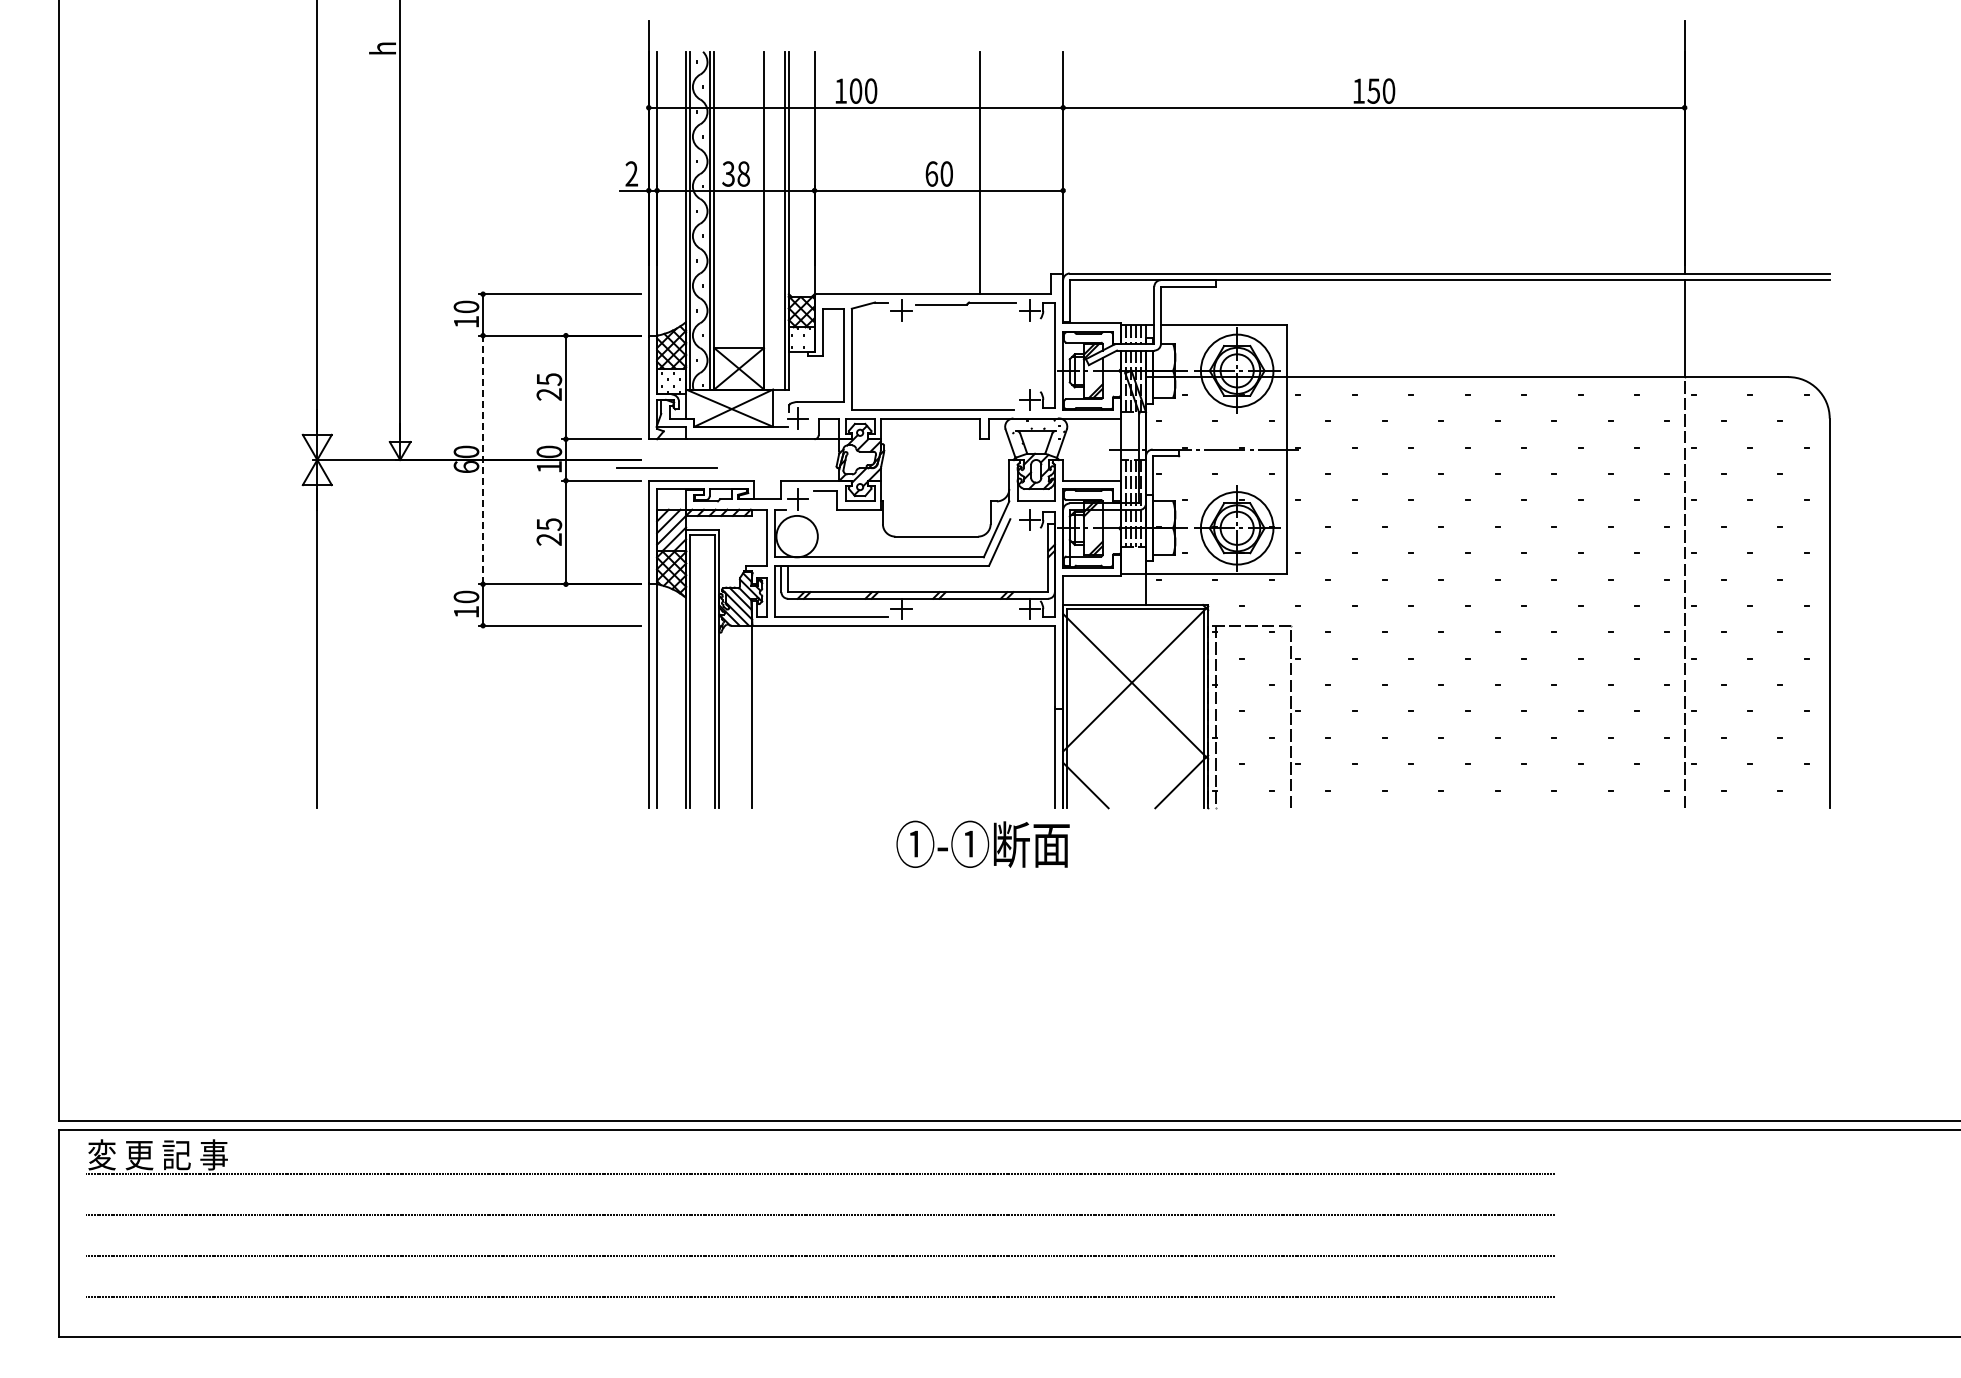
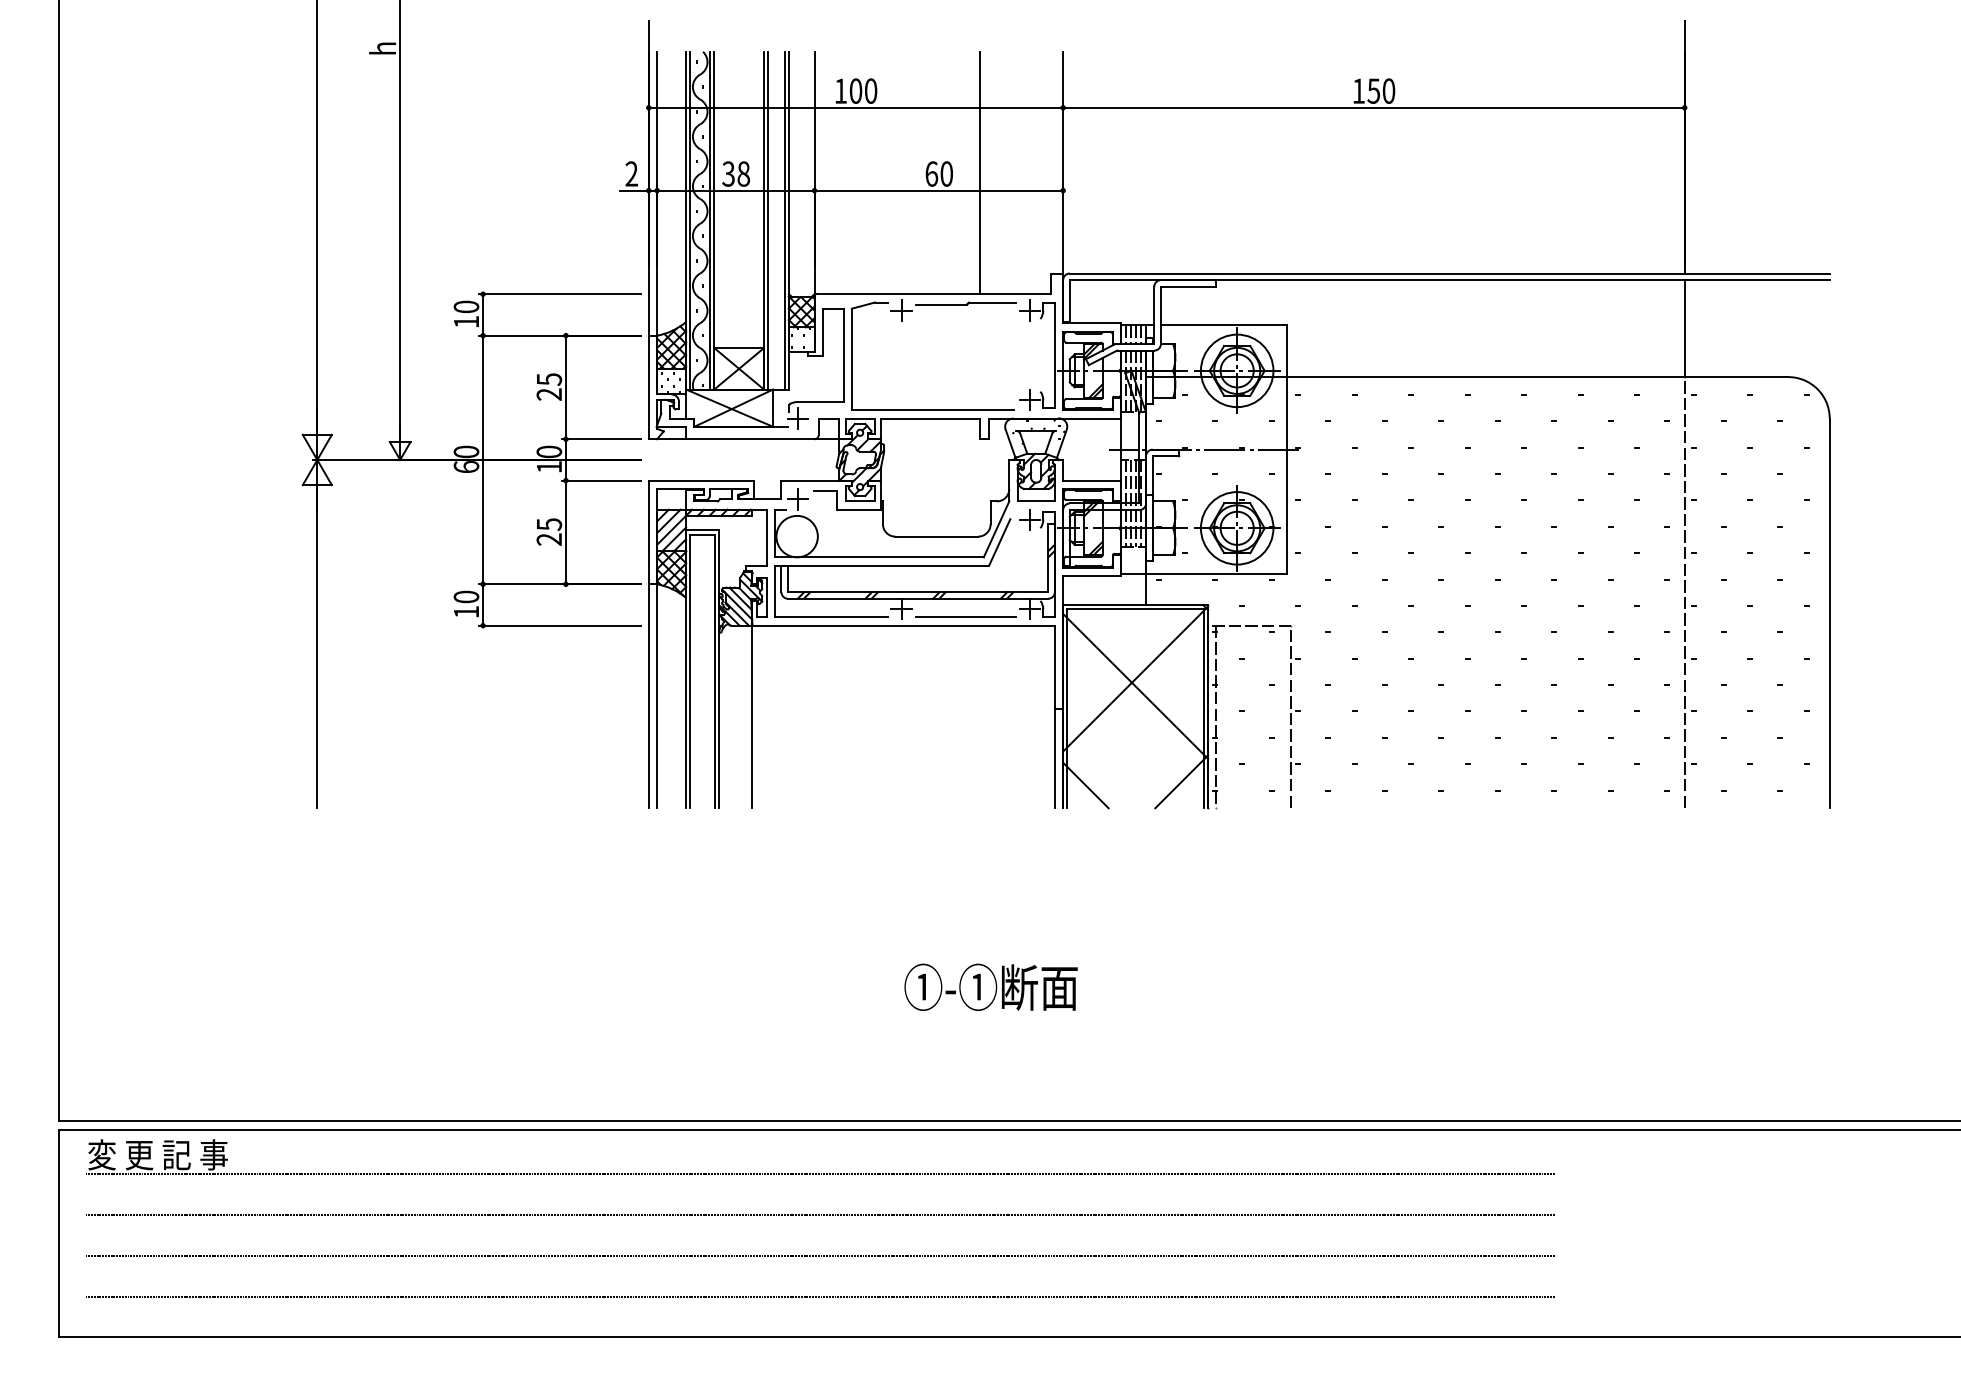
line at (768, 220): none -> present
line at (483, 459): dashed -> solid
line at (666, 467) position: (666, 467) -> (965, 616)
text at (982, 843) position: (982, 843) -> (990, 986)
